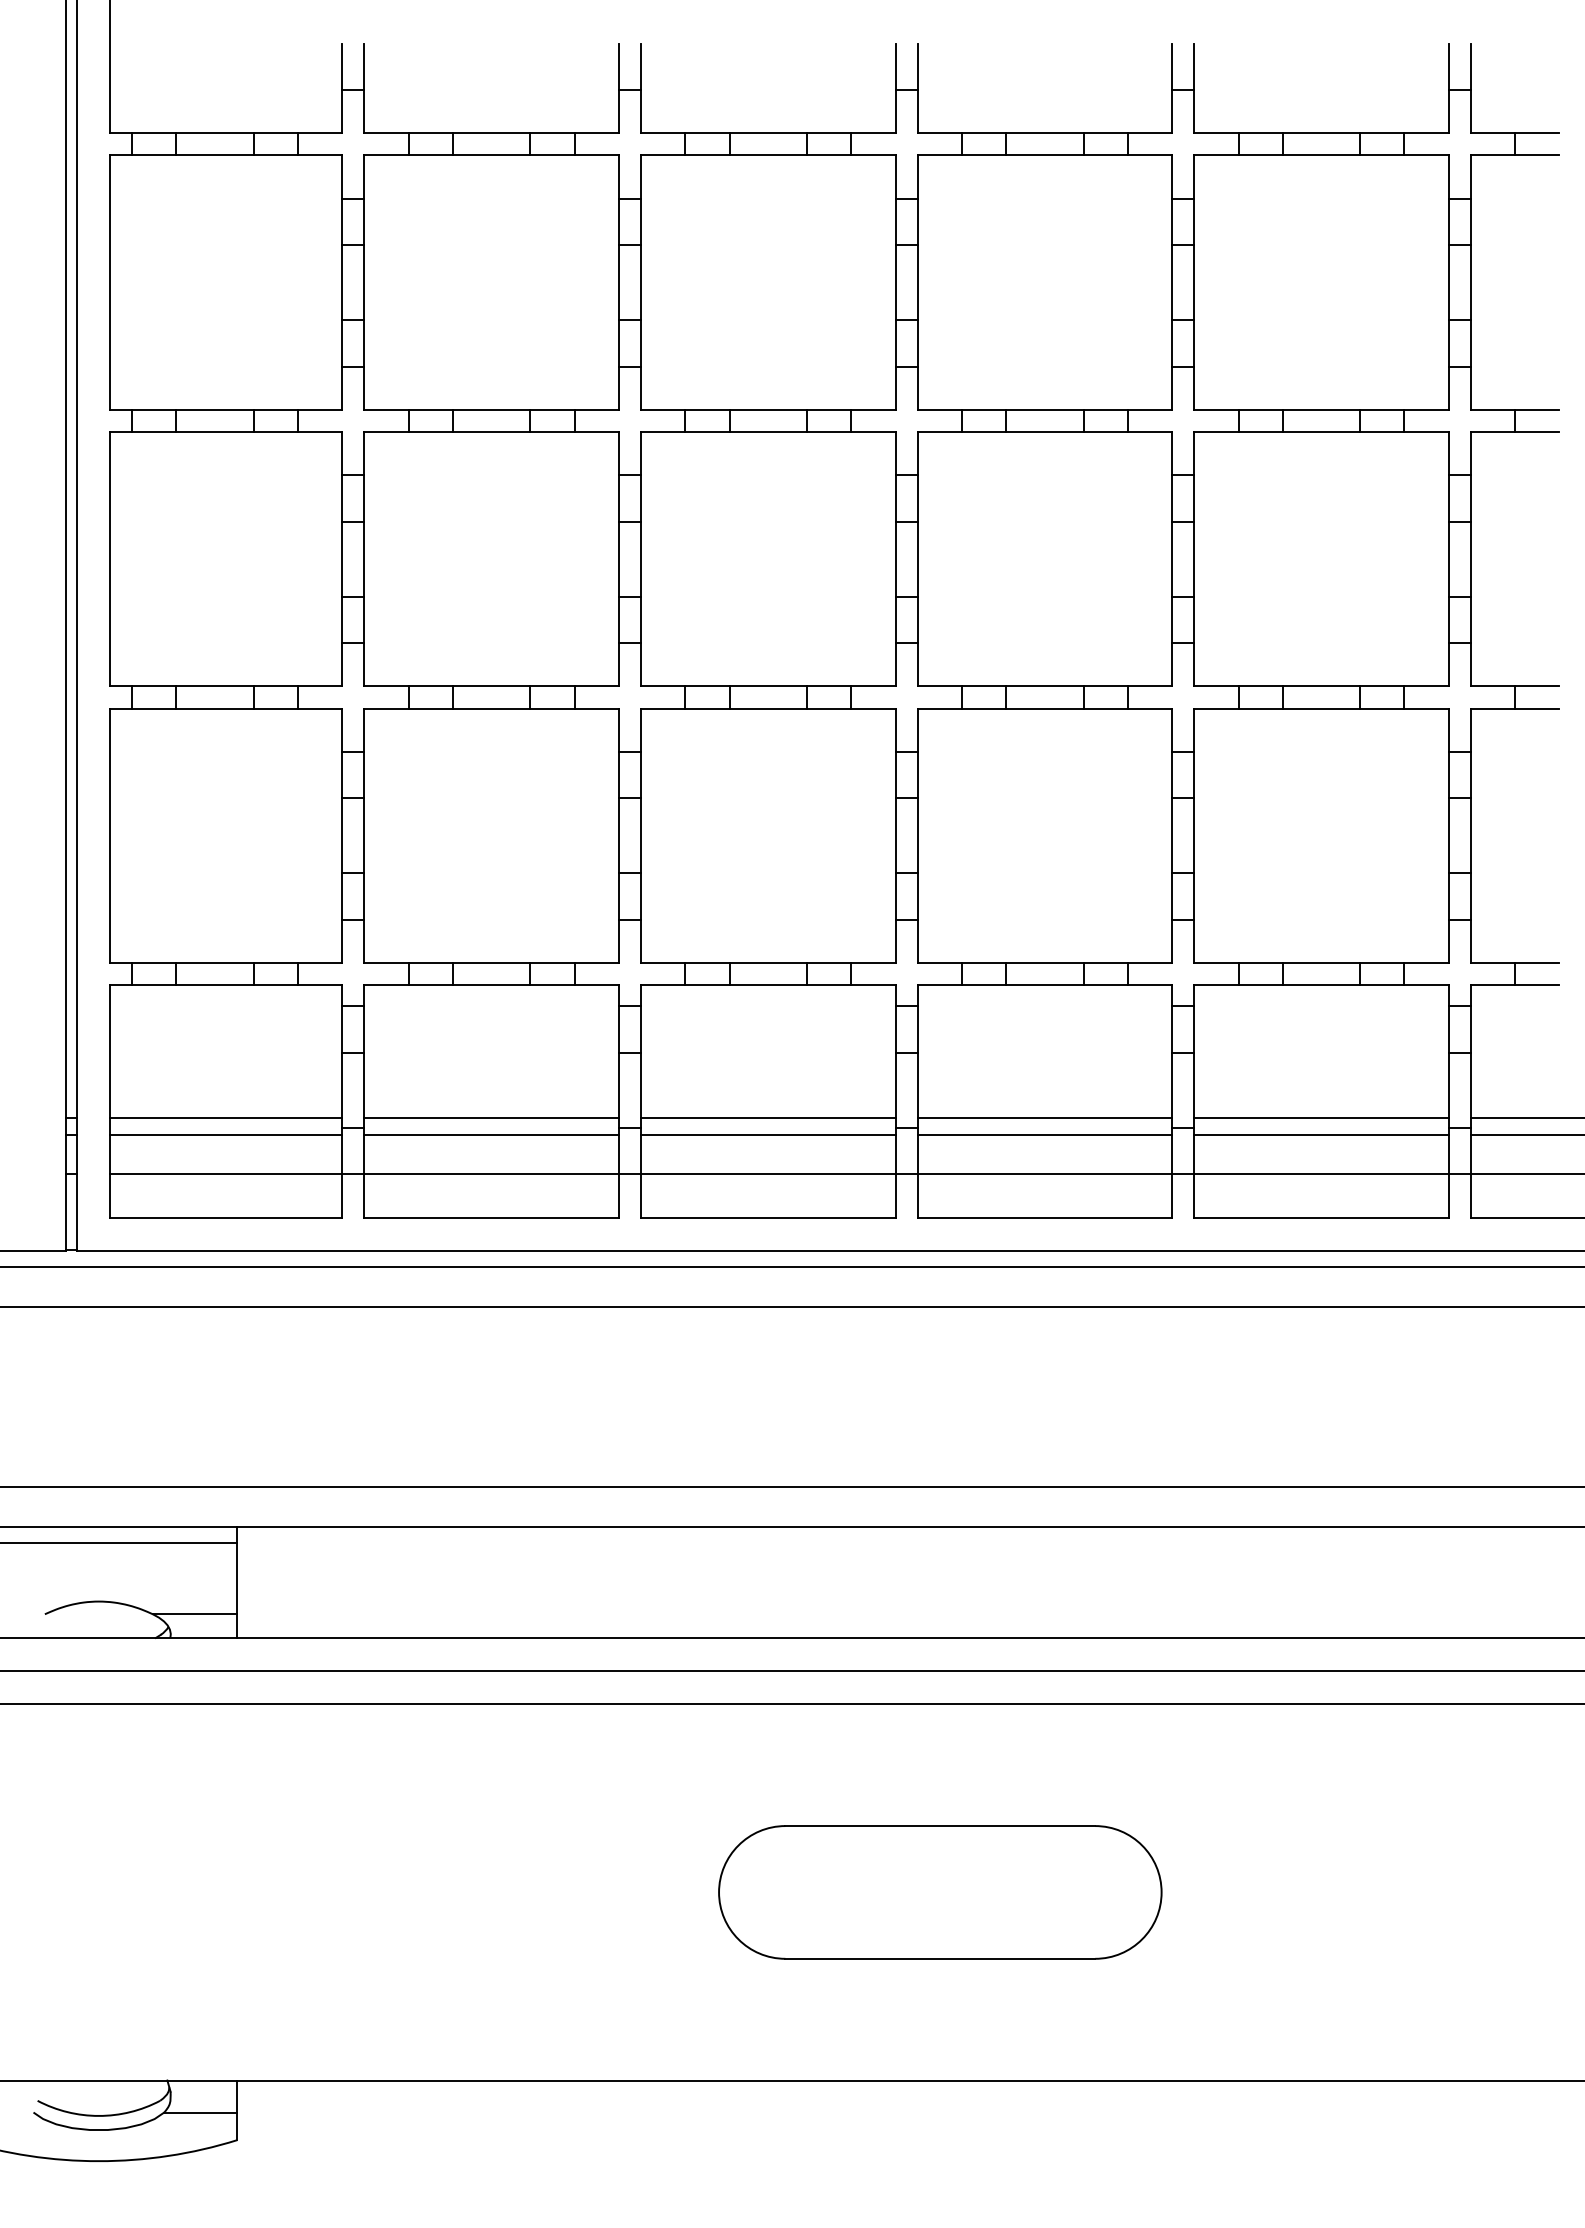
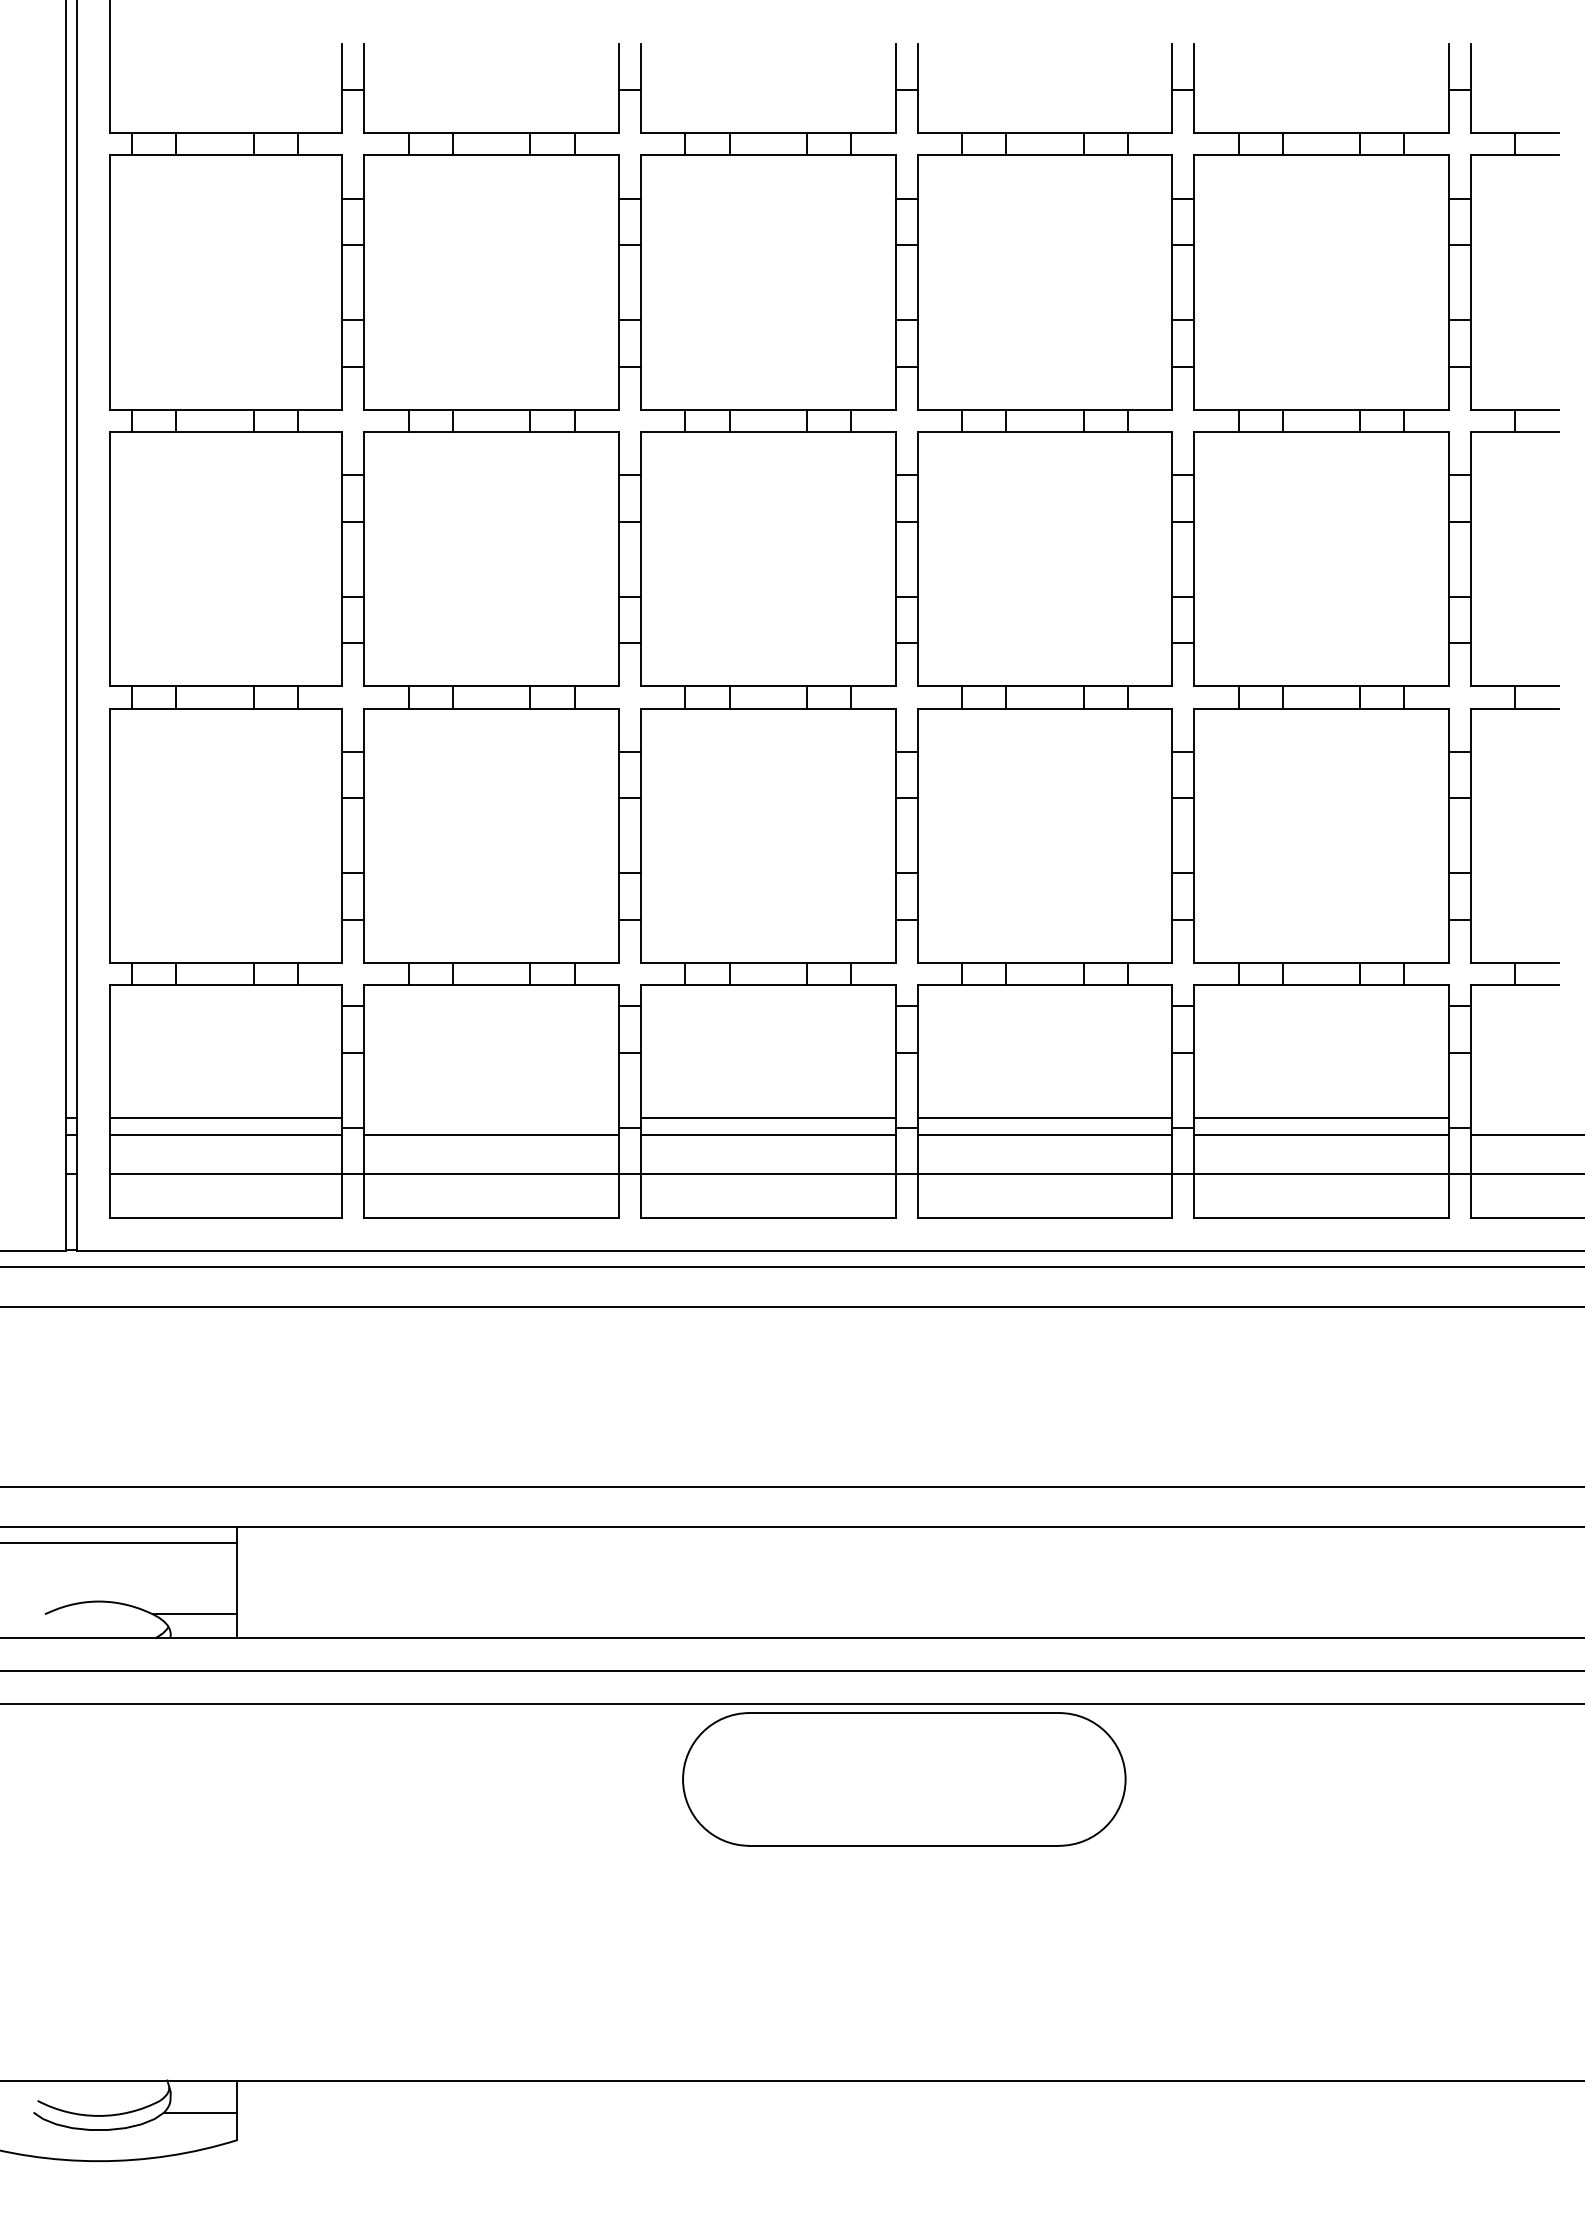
line at (491, 1117): present -> none
line at (1525, 1117): present -> none
part at (940, 1892) position: (940, 1892) -> (904, 1779)
